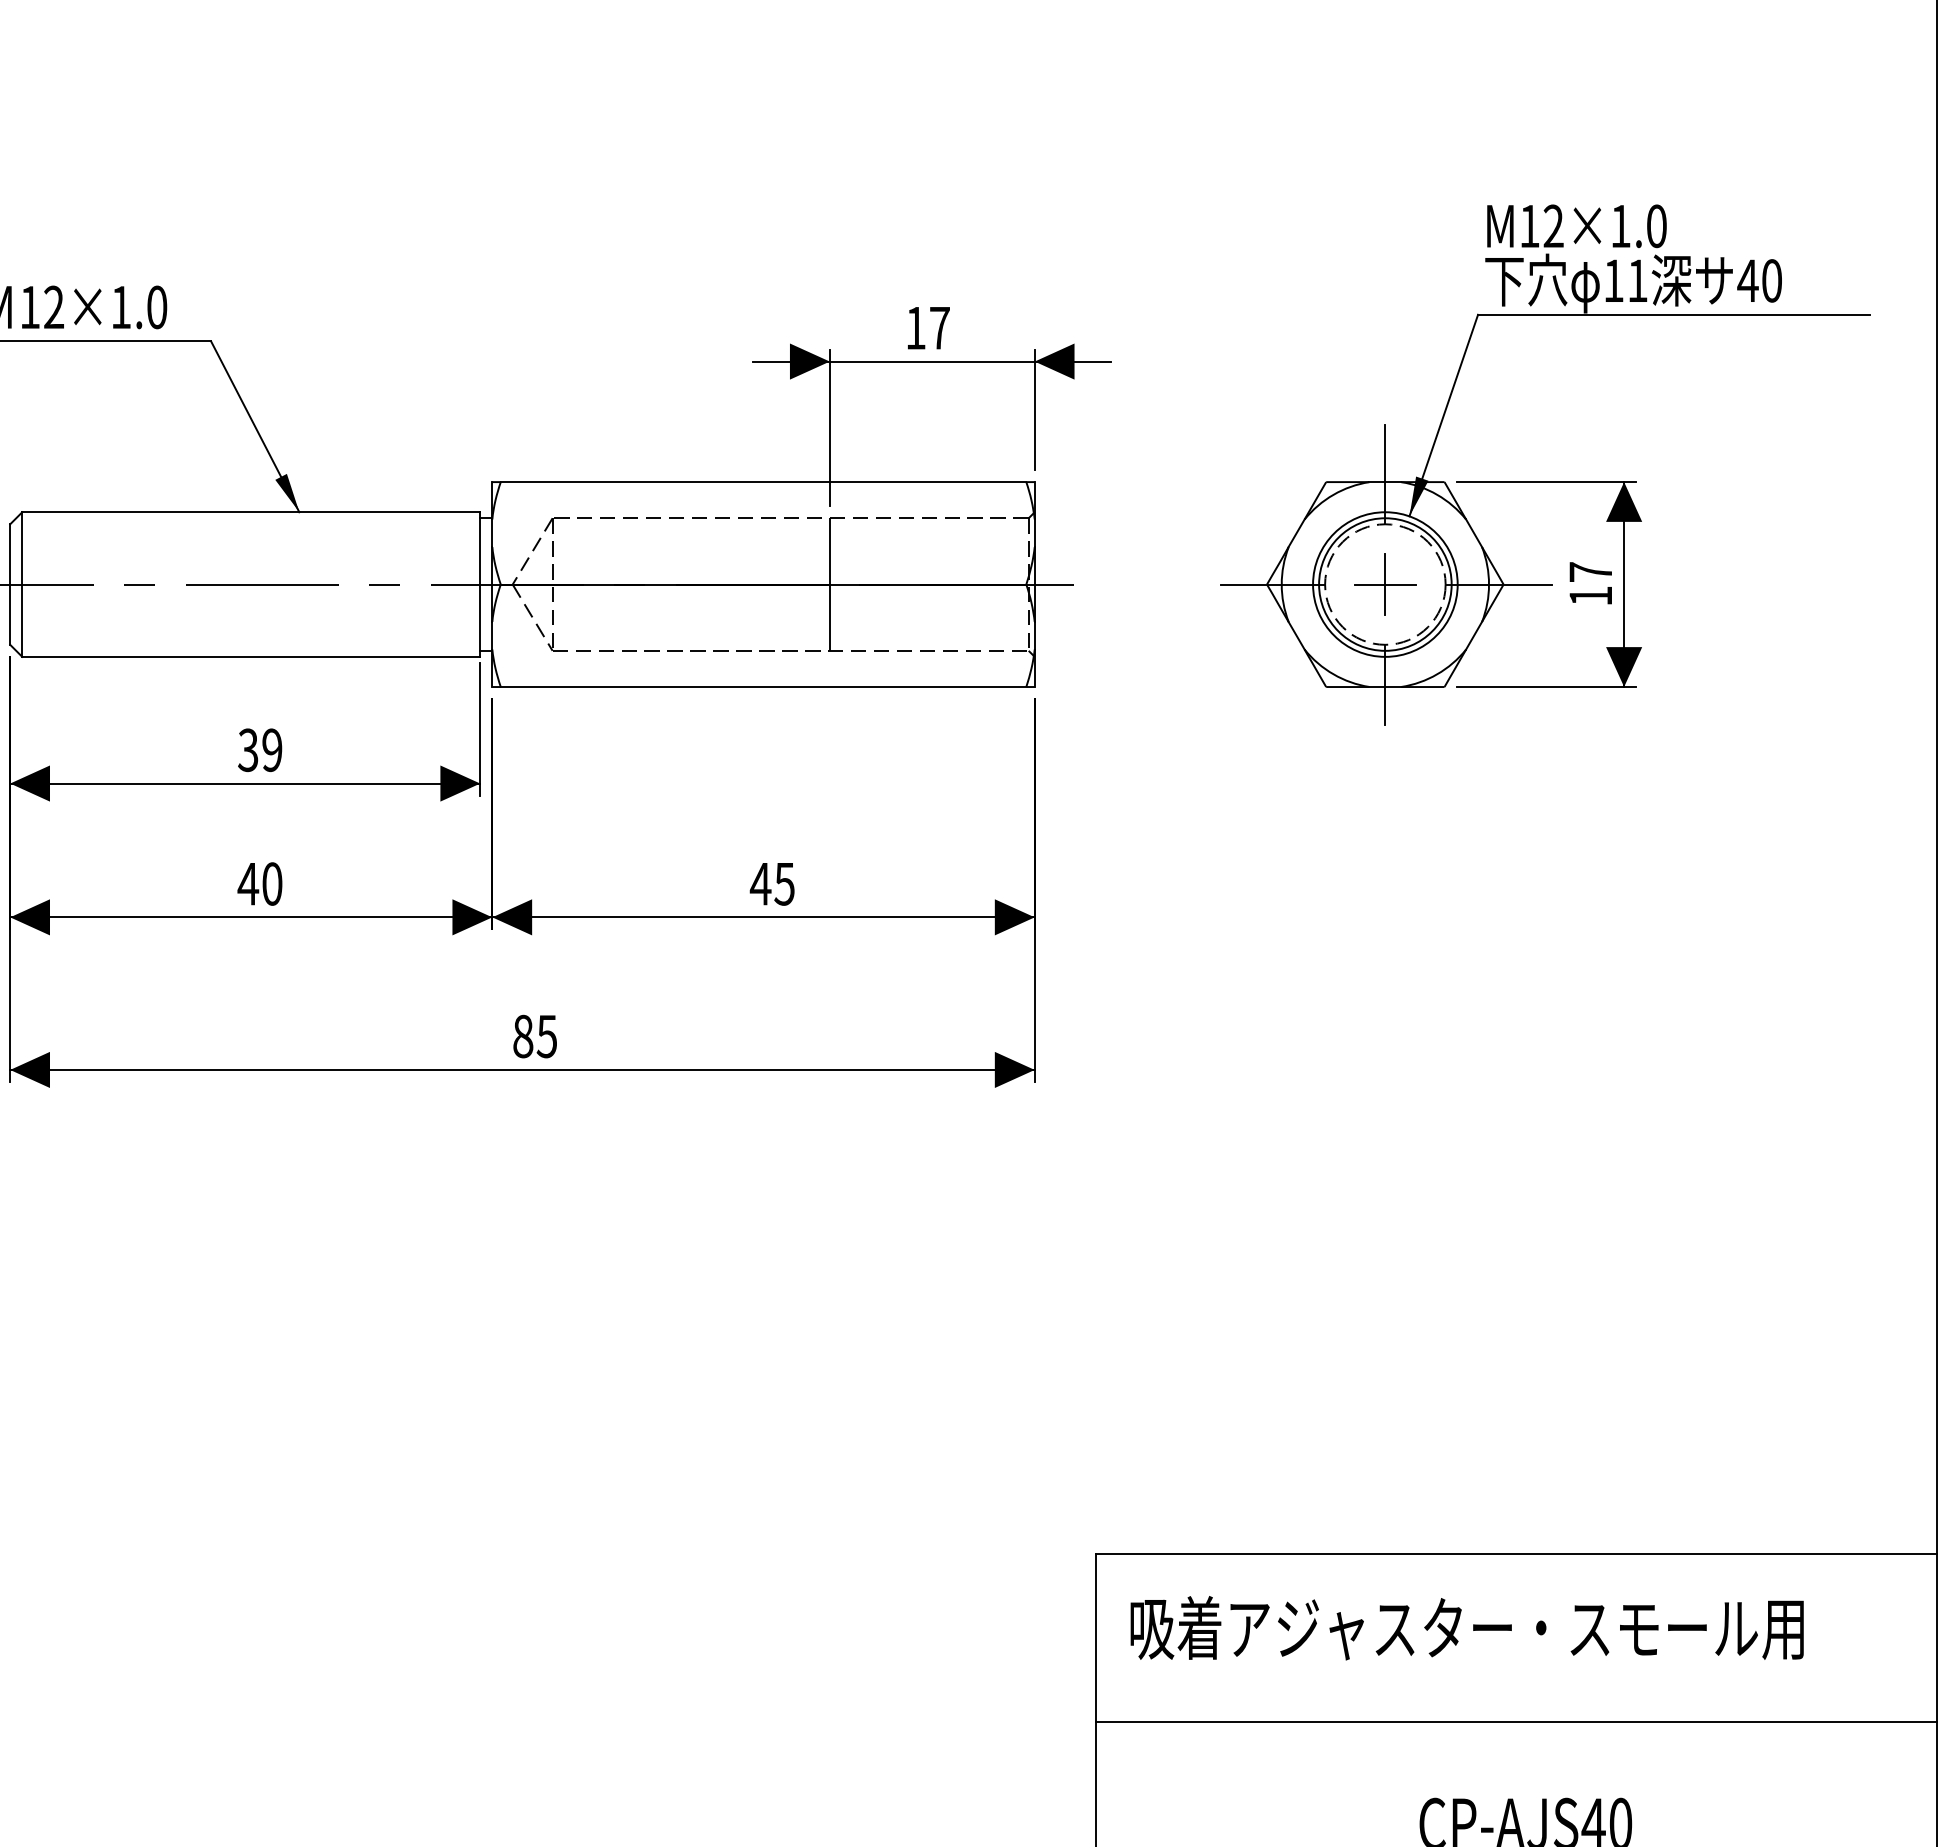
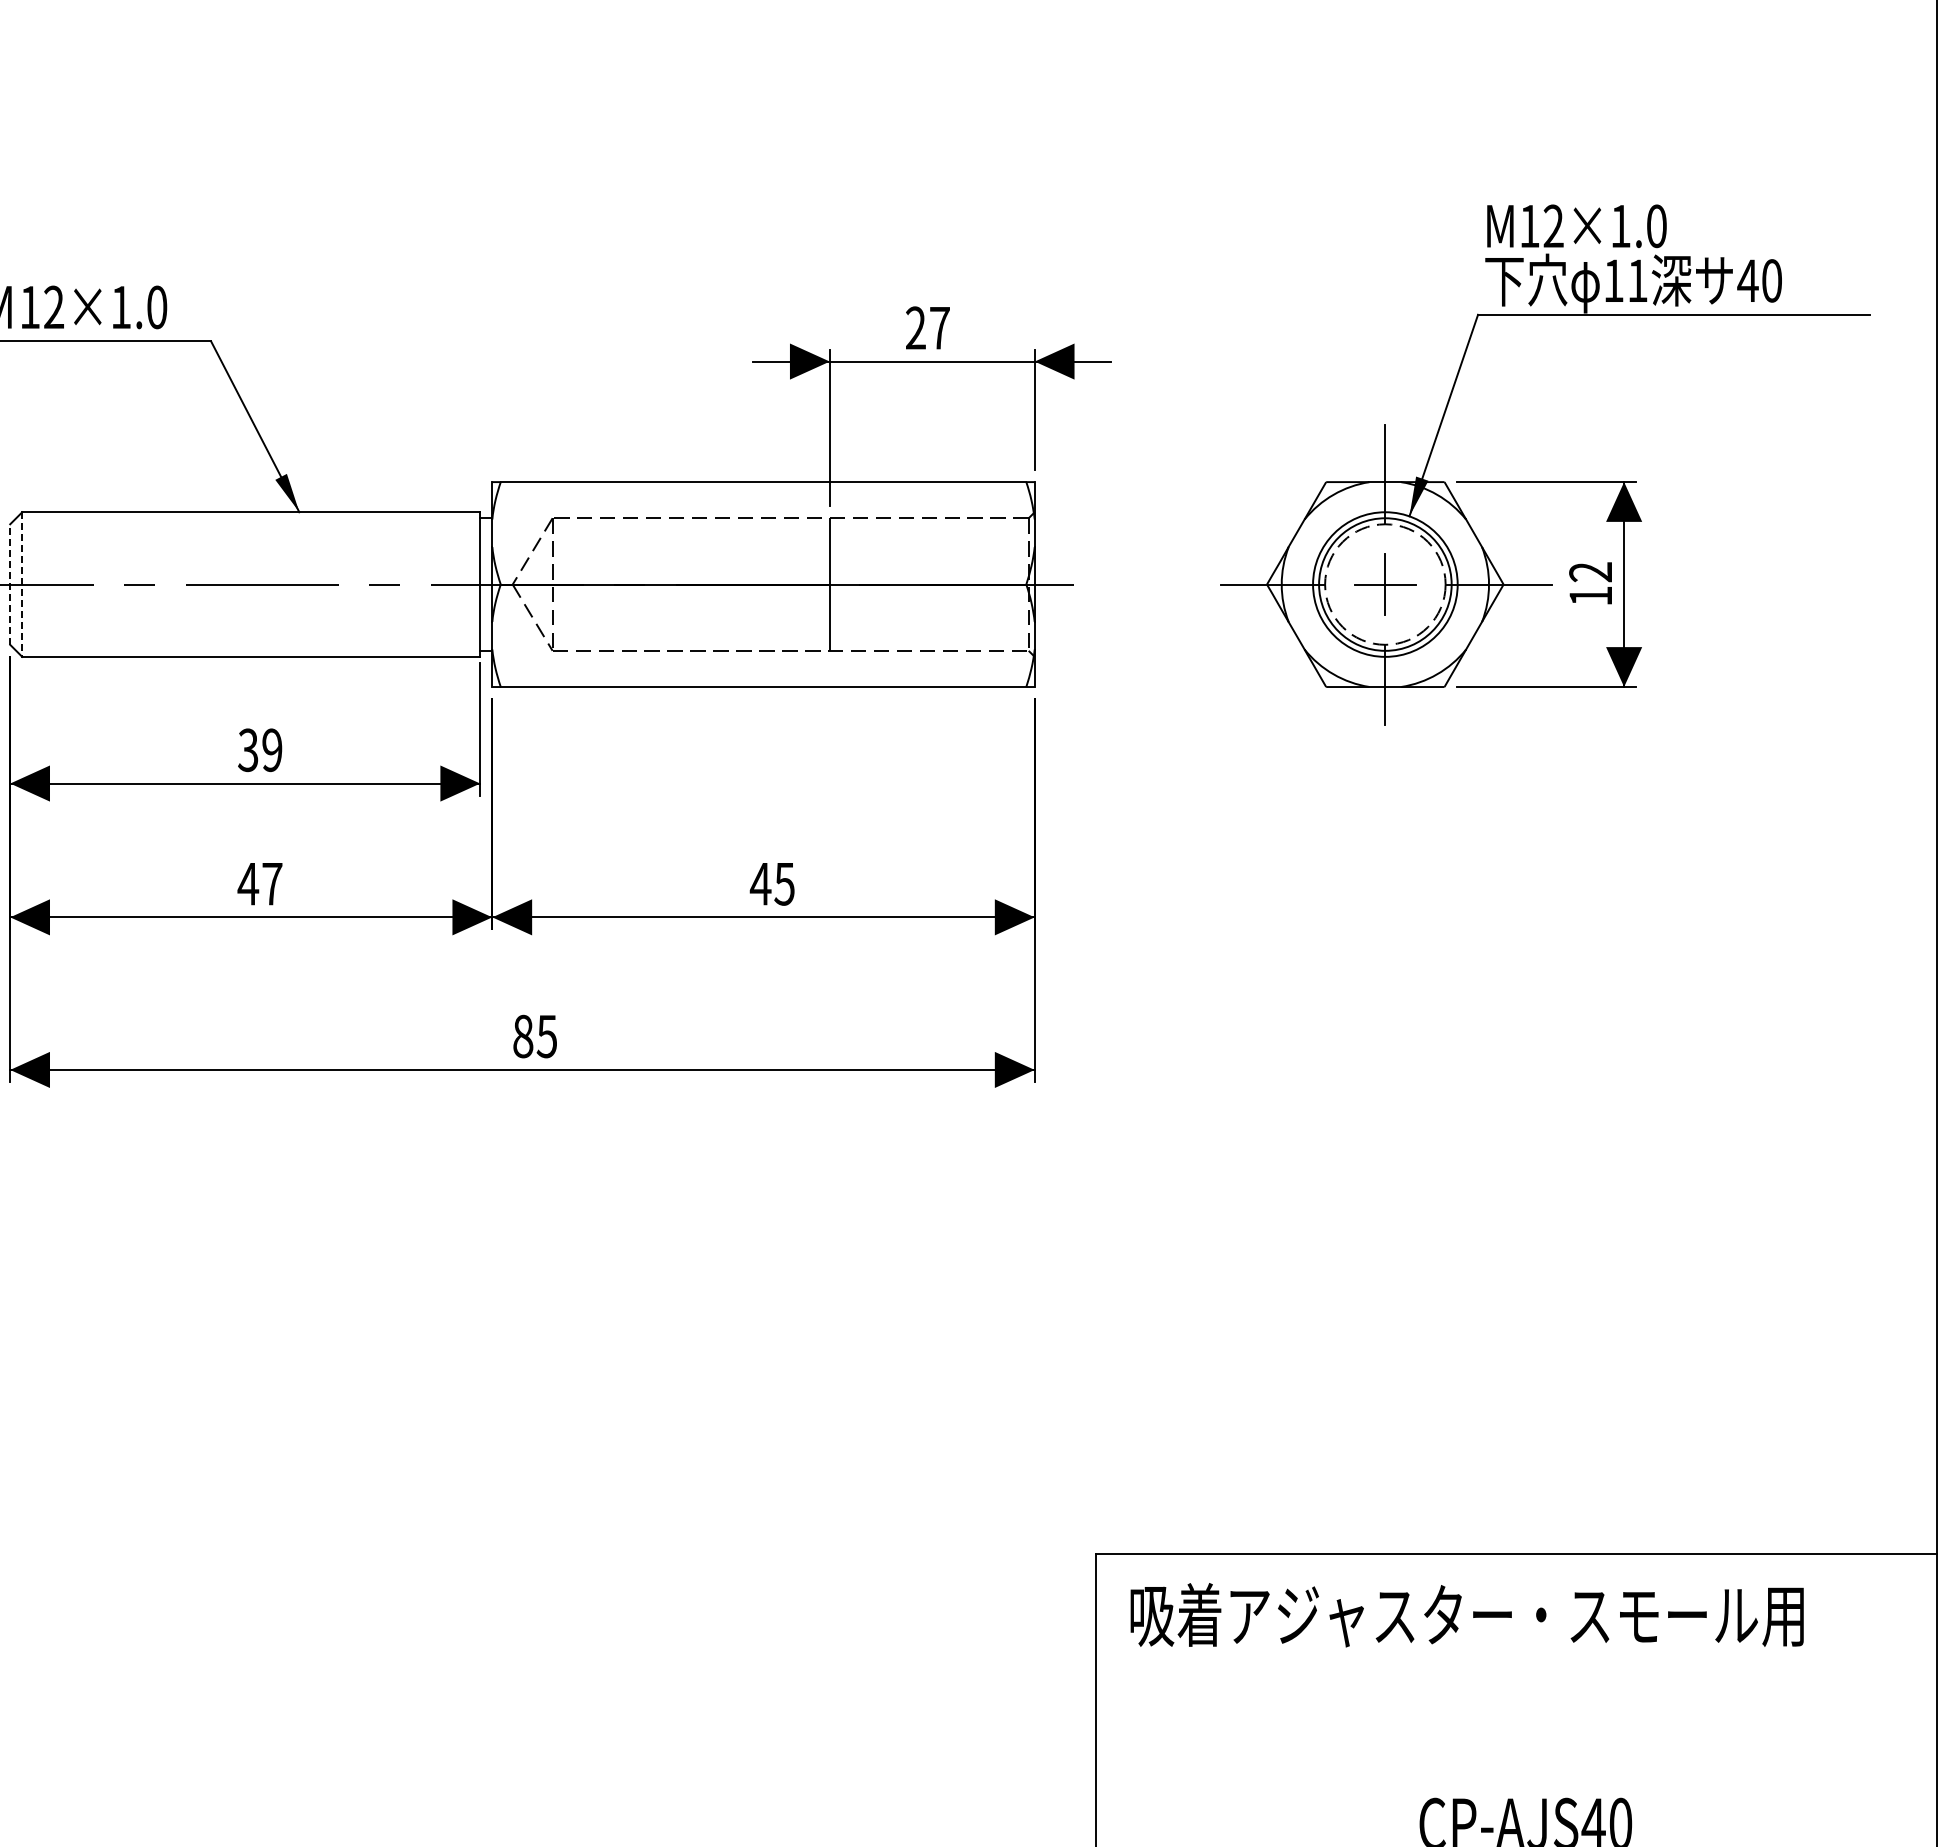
text at (915, 327): 17 -> 27
text at (1590, 572): 17 -> 12
line at (10, 584): solid -> dashed
line at (22, 585): solid -> dashed
text at (272, 883): 40 -> 47
text at (1466, 1628) position: (1466, 1628) -> (1466, 1615)
line at (1515, 1722): present -> none
